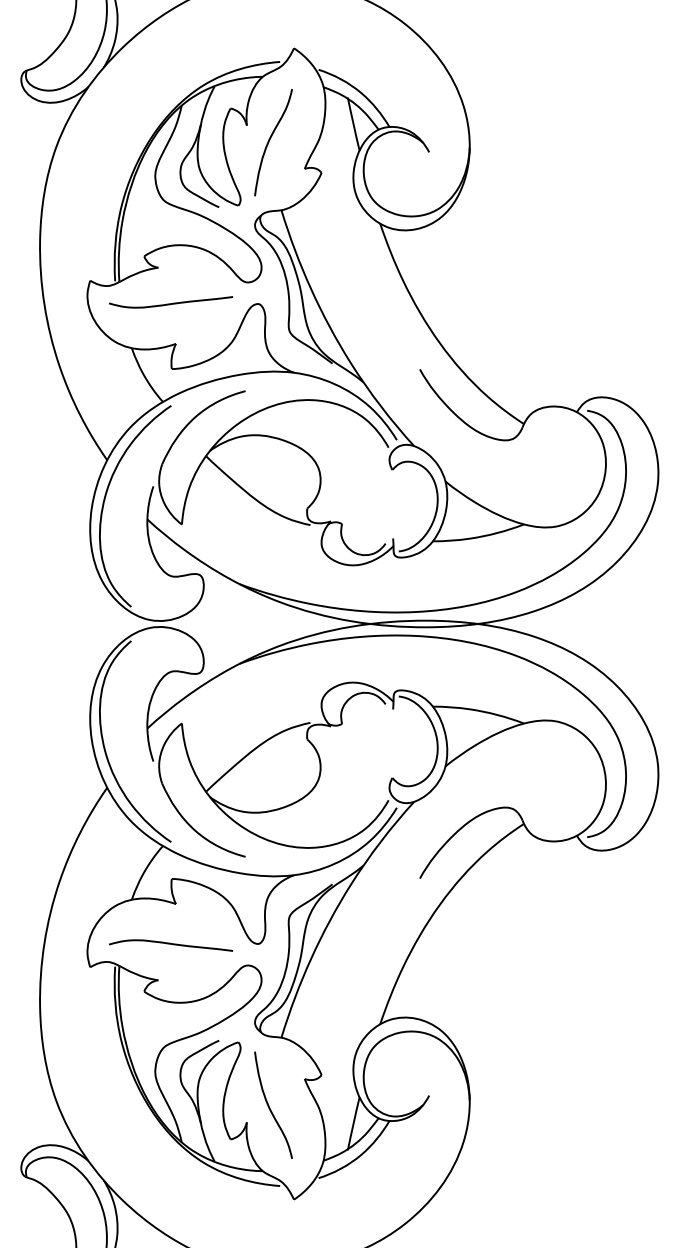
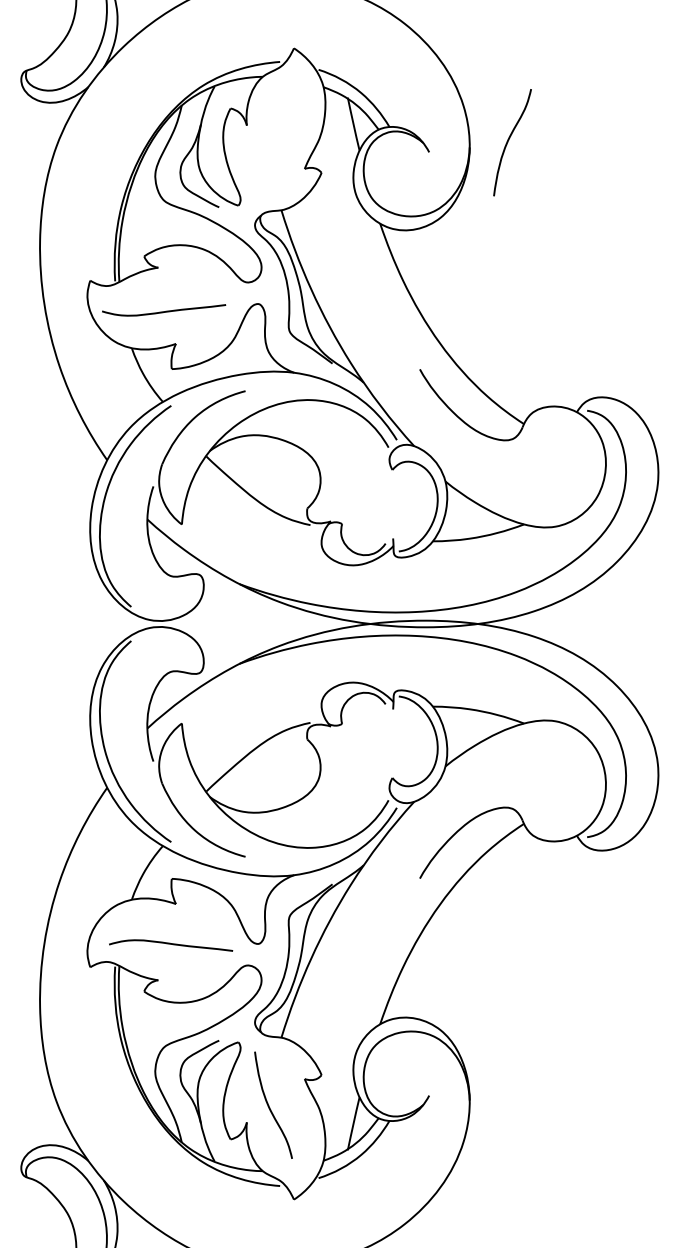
curve at (270, 140) position: (270, 140) -> (509, 140)
curve at (171, 303) position: (171, 303) -> (164, 311)
